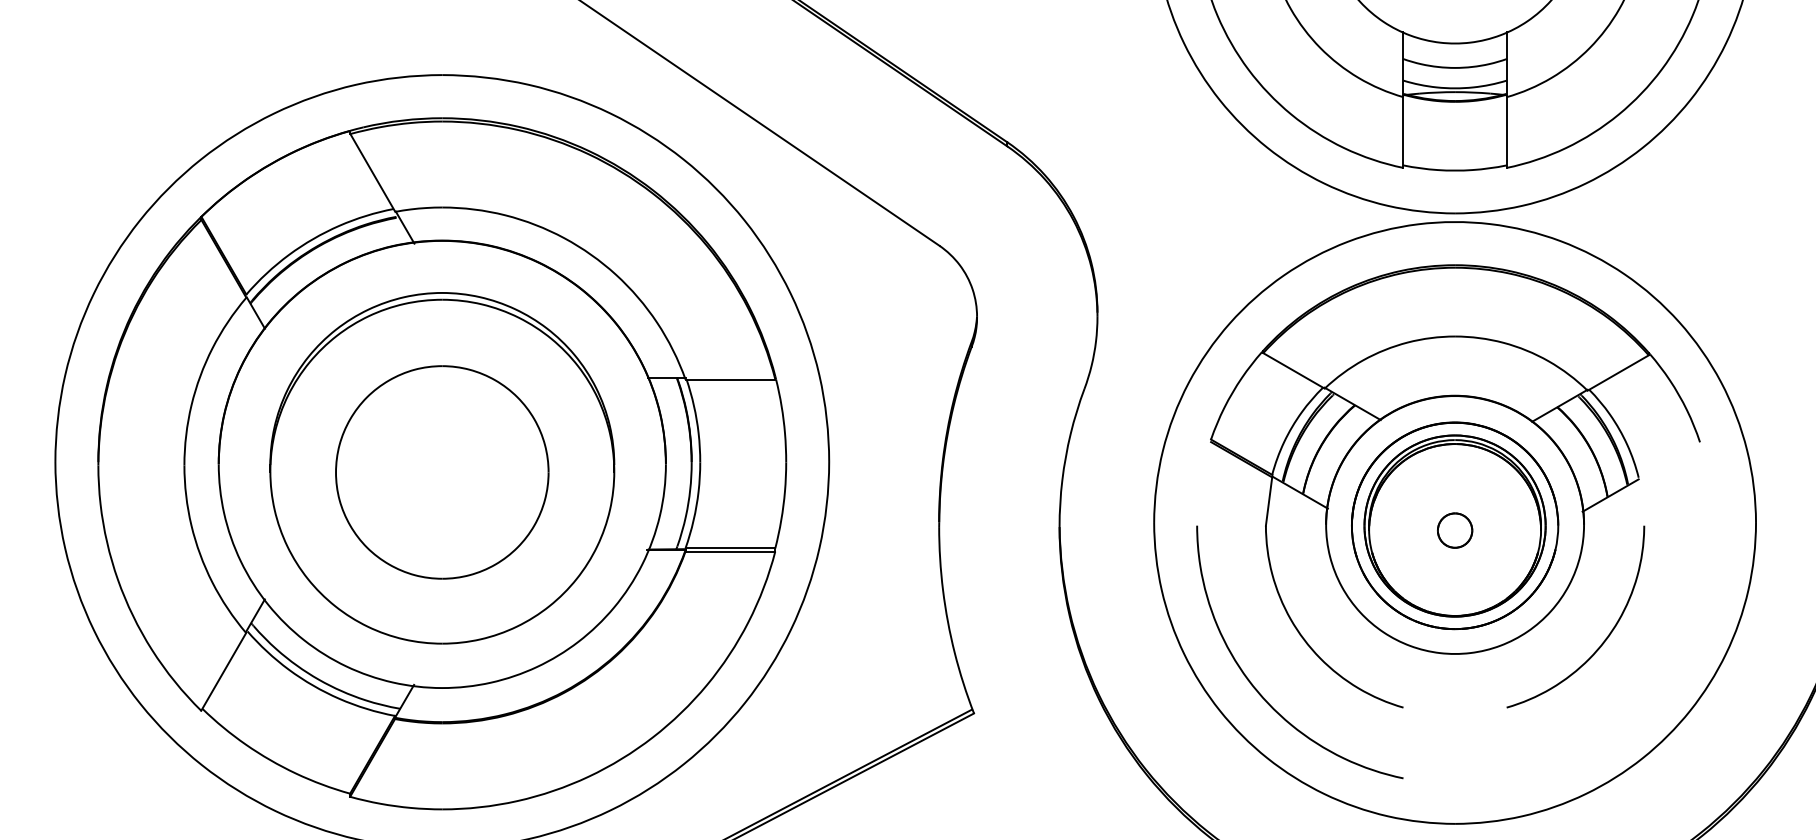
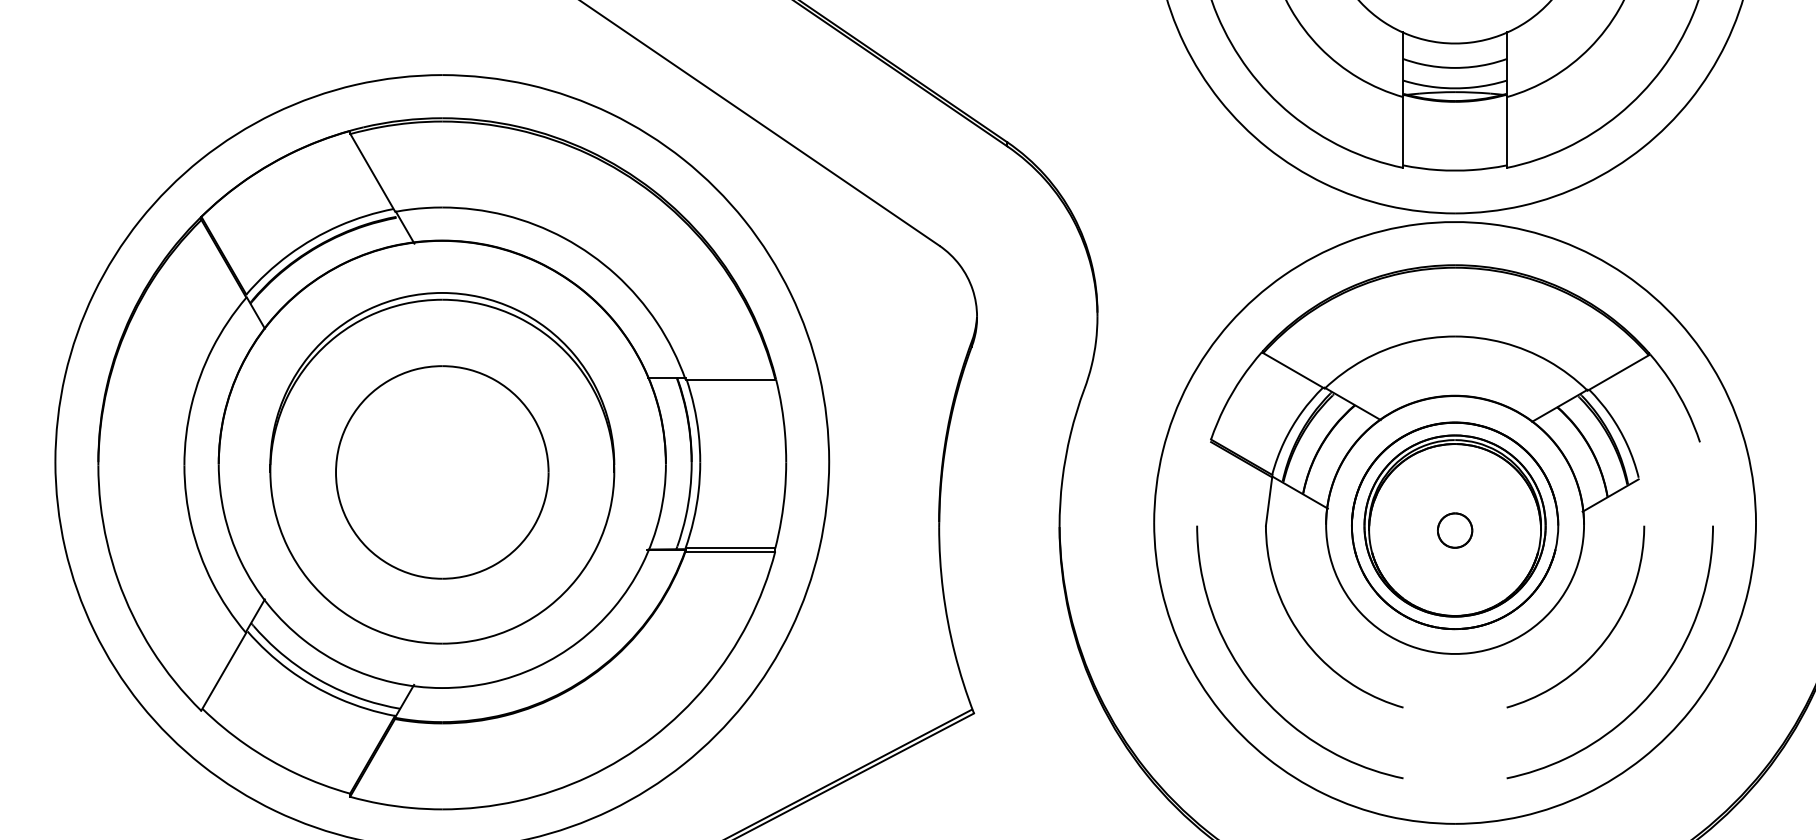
curve at (1653, 688): none -> present
